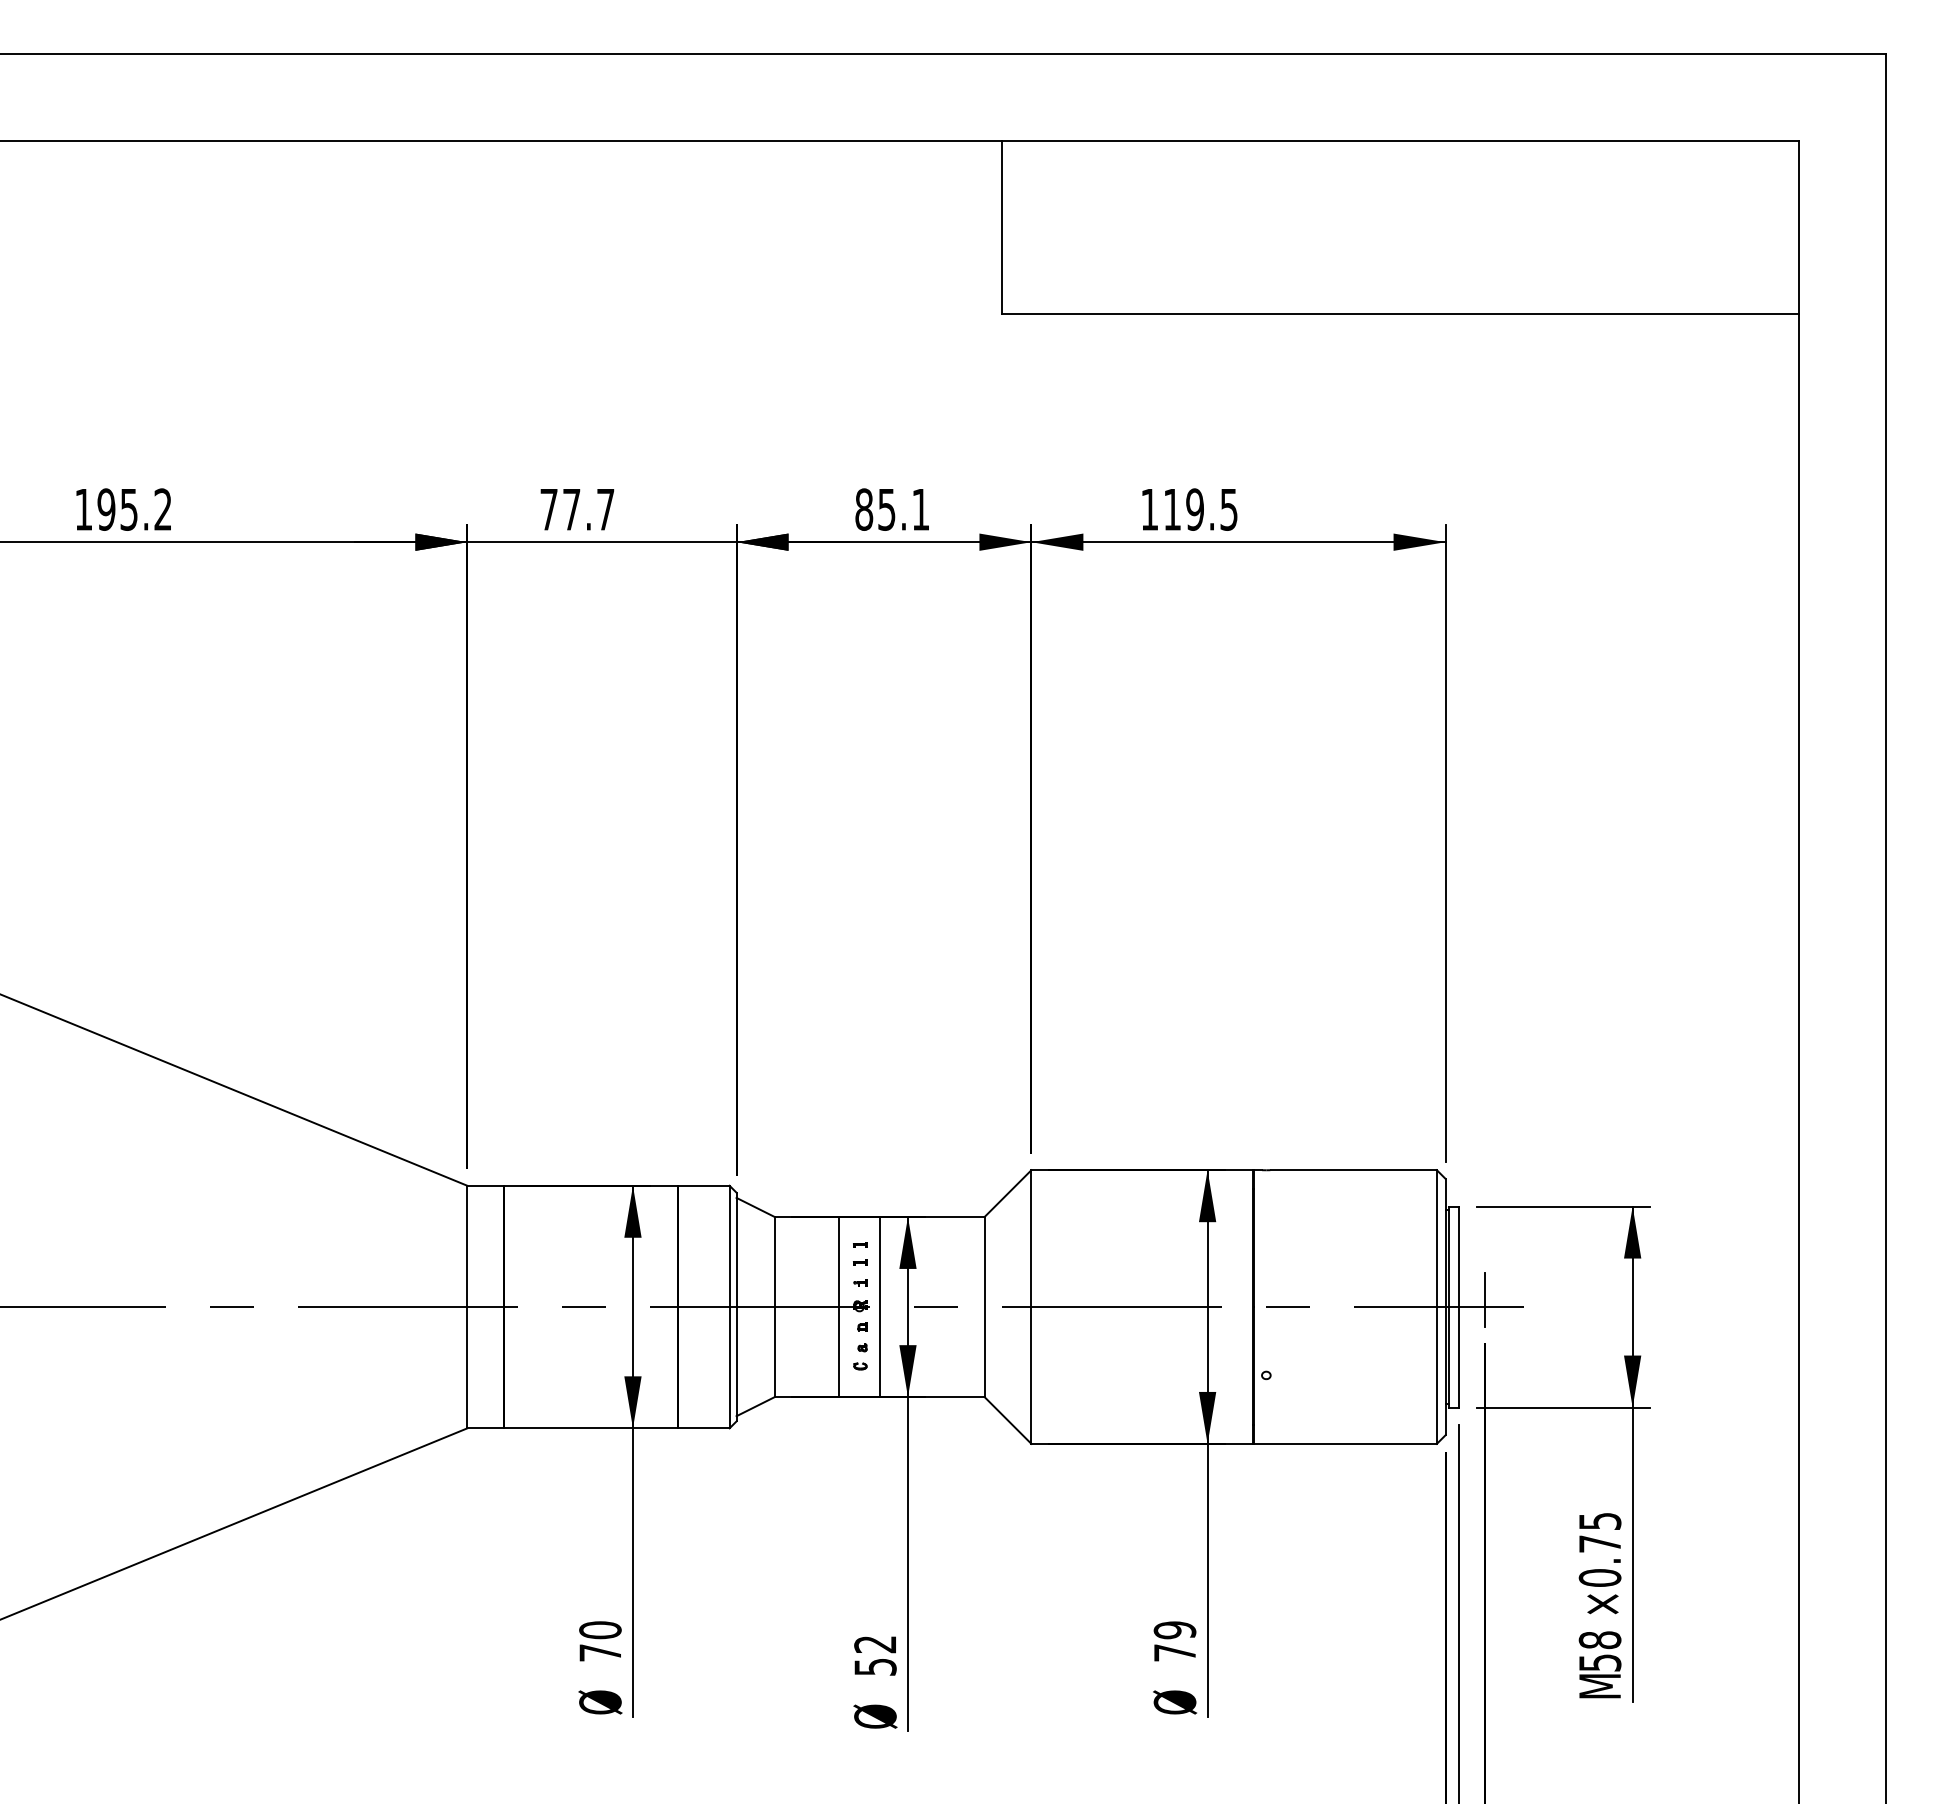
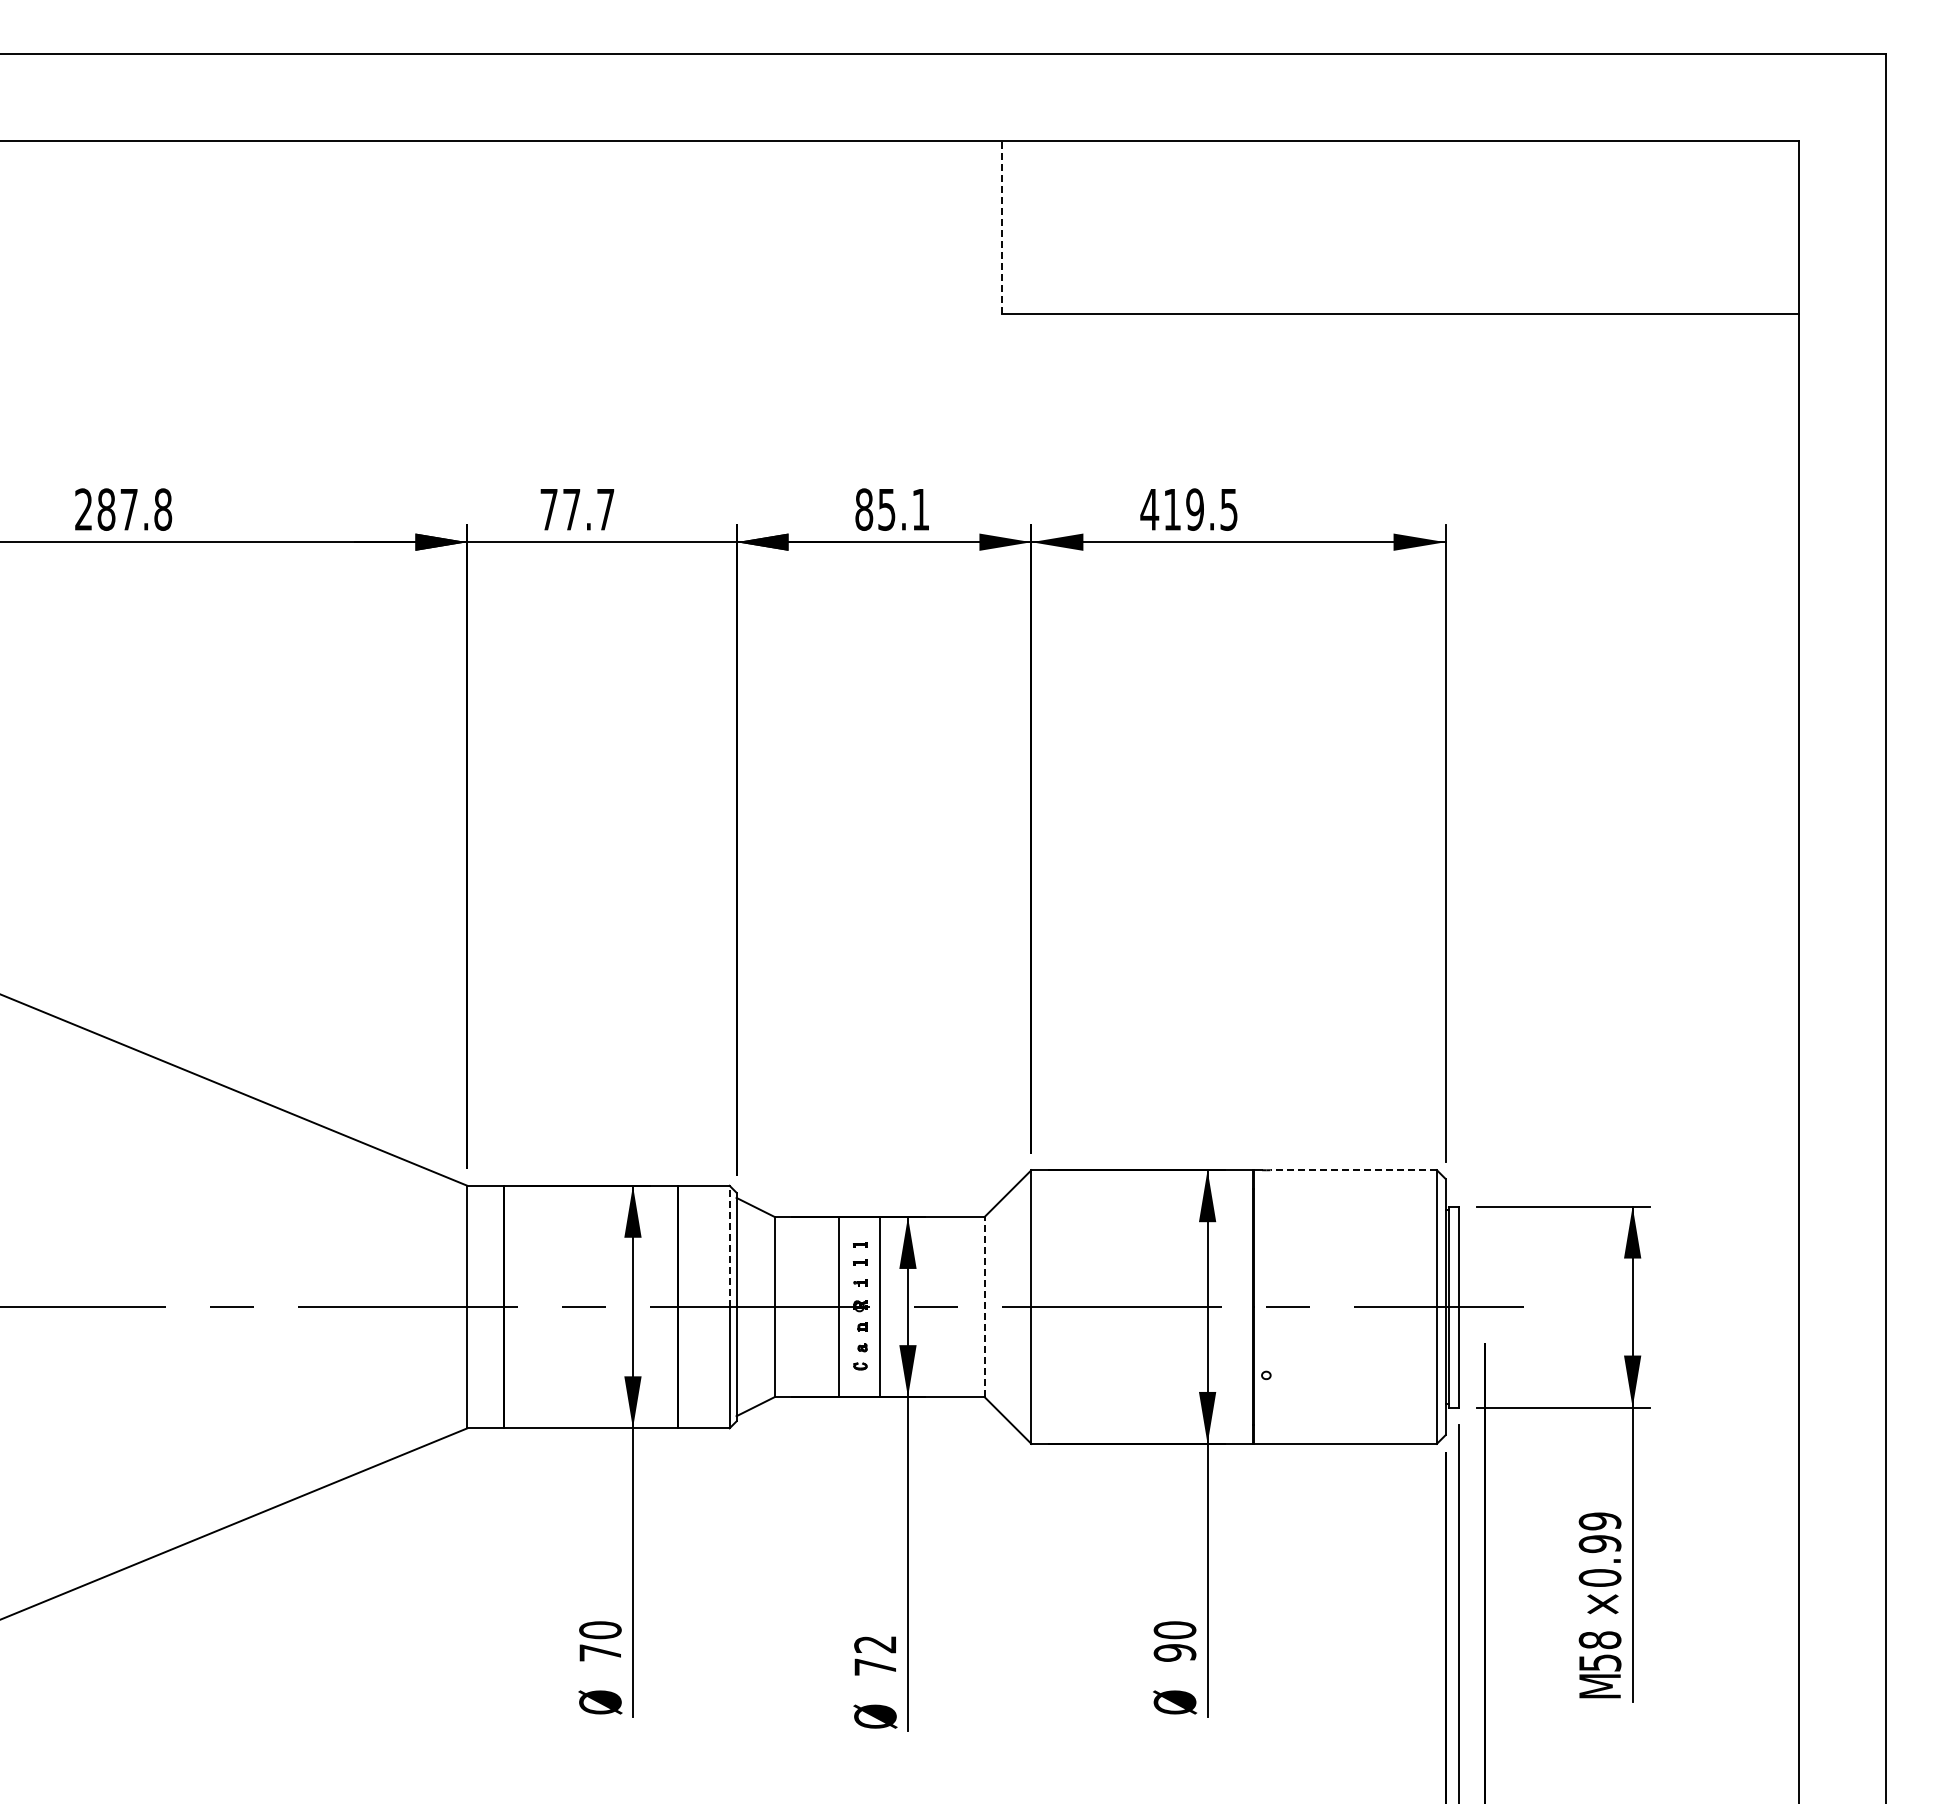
line at (1002, 227): solid -> dashed
text at (123, 509): 195.2 -> 287.8
text at (1149, 509): 119.5 -> 419.5
line at (1353, 1170): solid -> dashed
line at (729, 1246): solid -> dashed
line at (1485, 1300): present -> none
line at (984, 1306): solid -> dashed
text at (1599, 1532): ×0.75 -> ×0.99
text at (1174, 1641): 79 -> 90
text at (875, 1666): 52 -> 72
